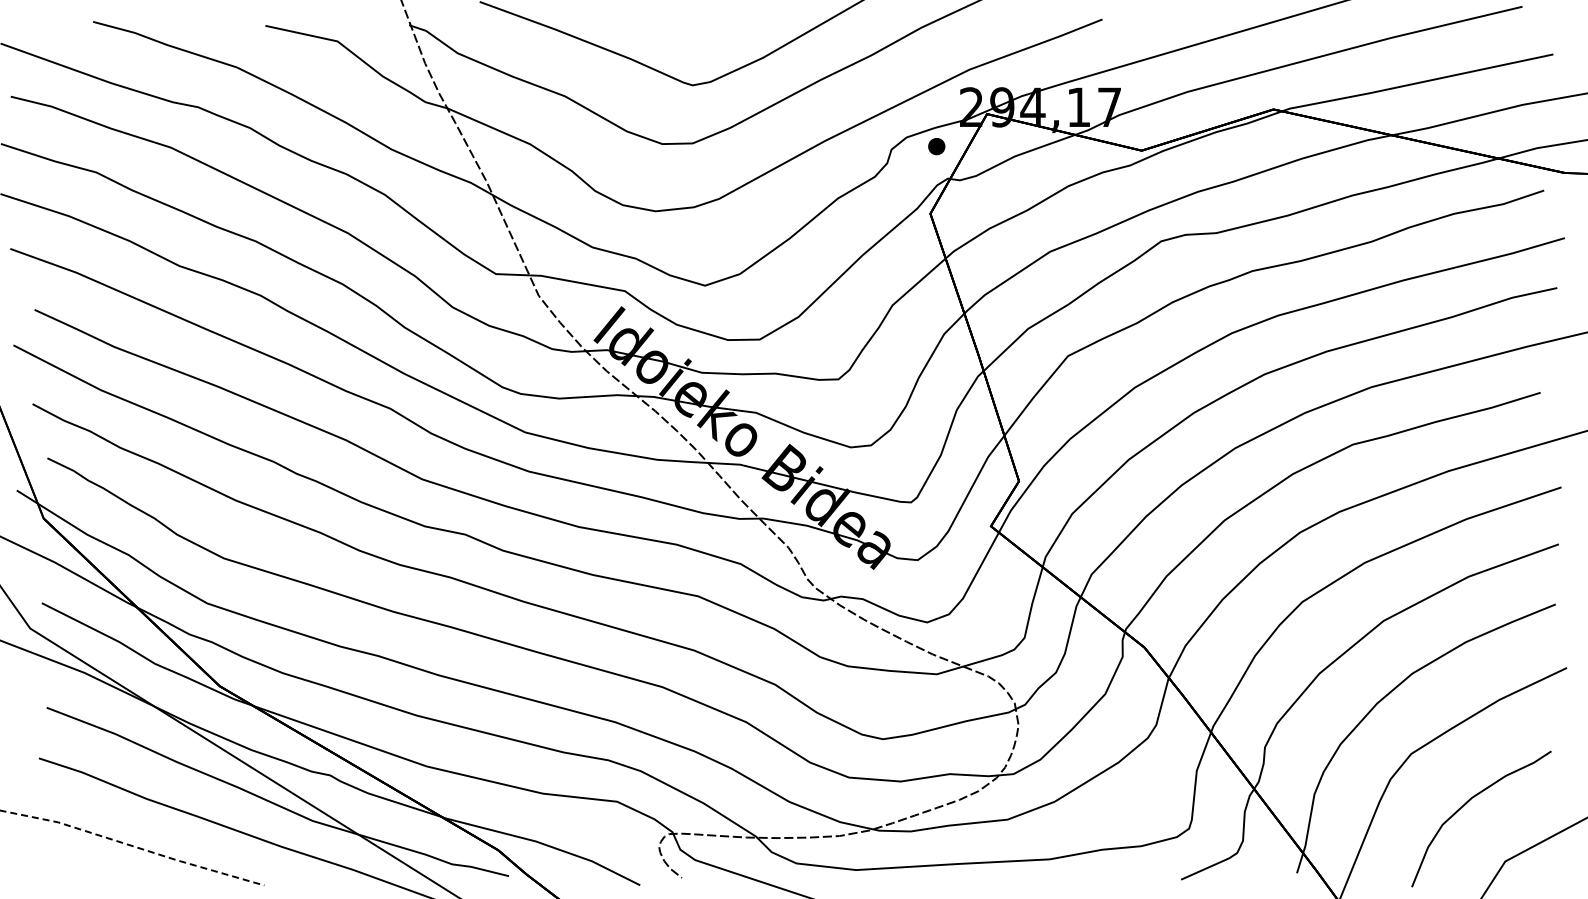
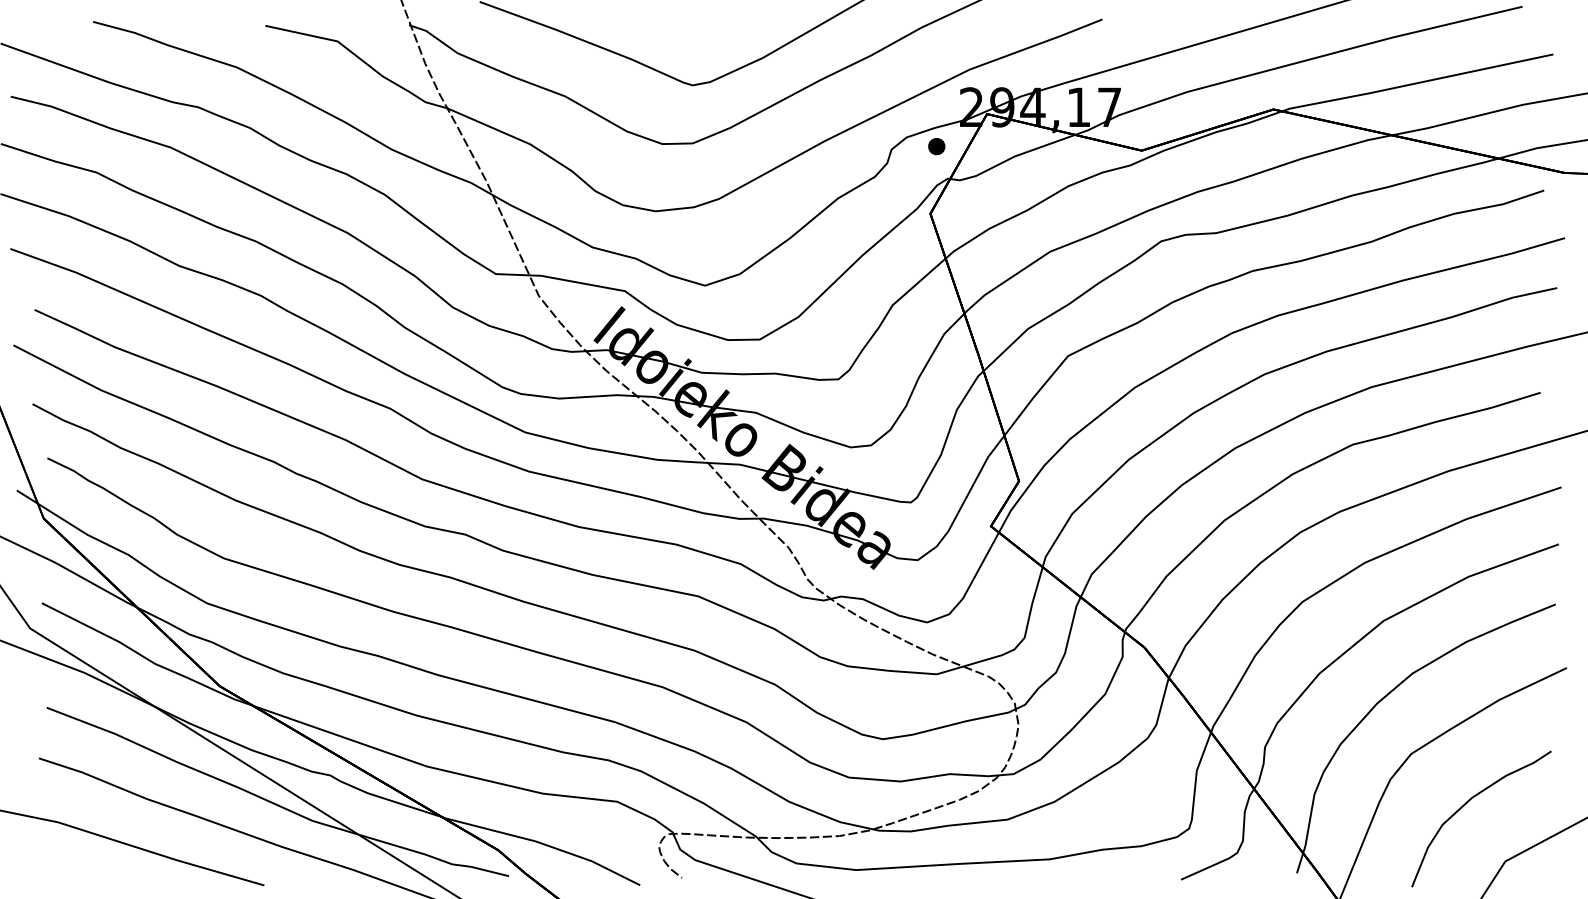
line at (133, 846): dashed -> solid
